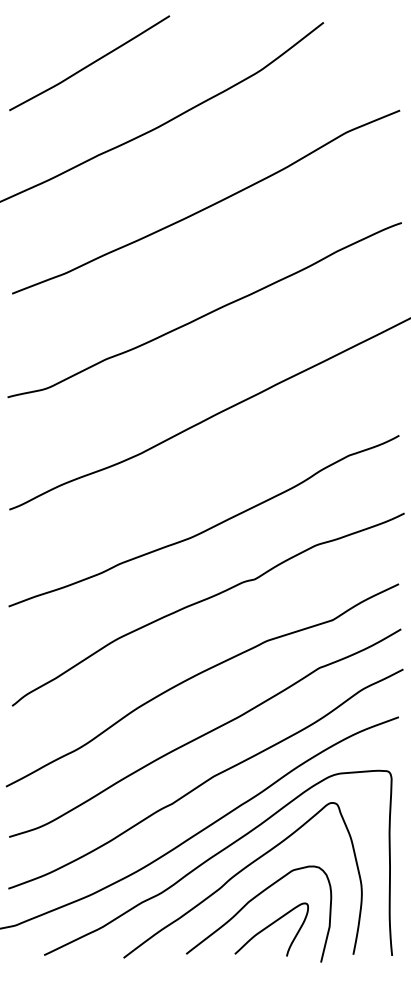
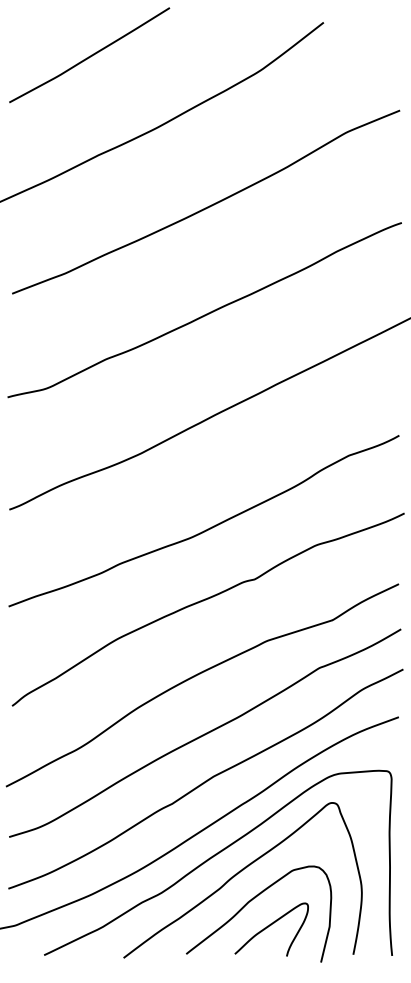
curve at (90, 63) position: (90, 63) -> (90, 55)
